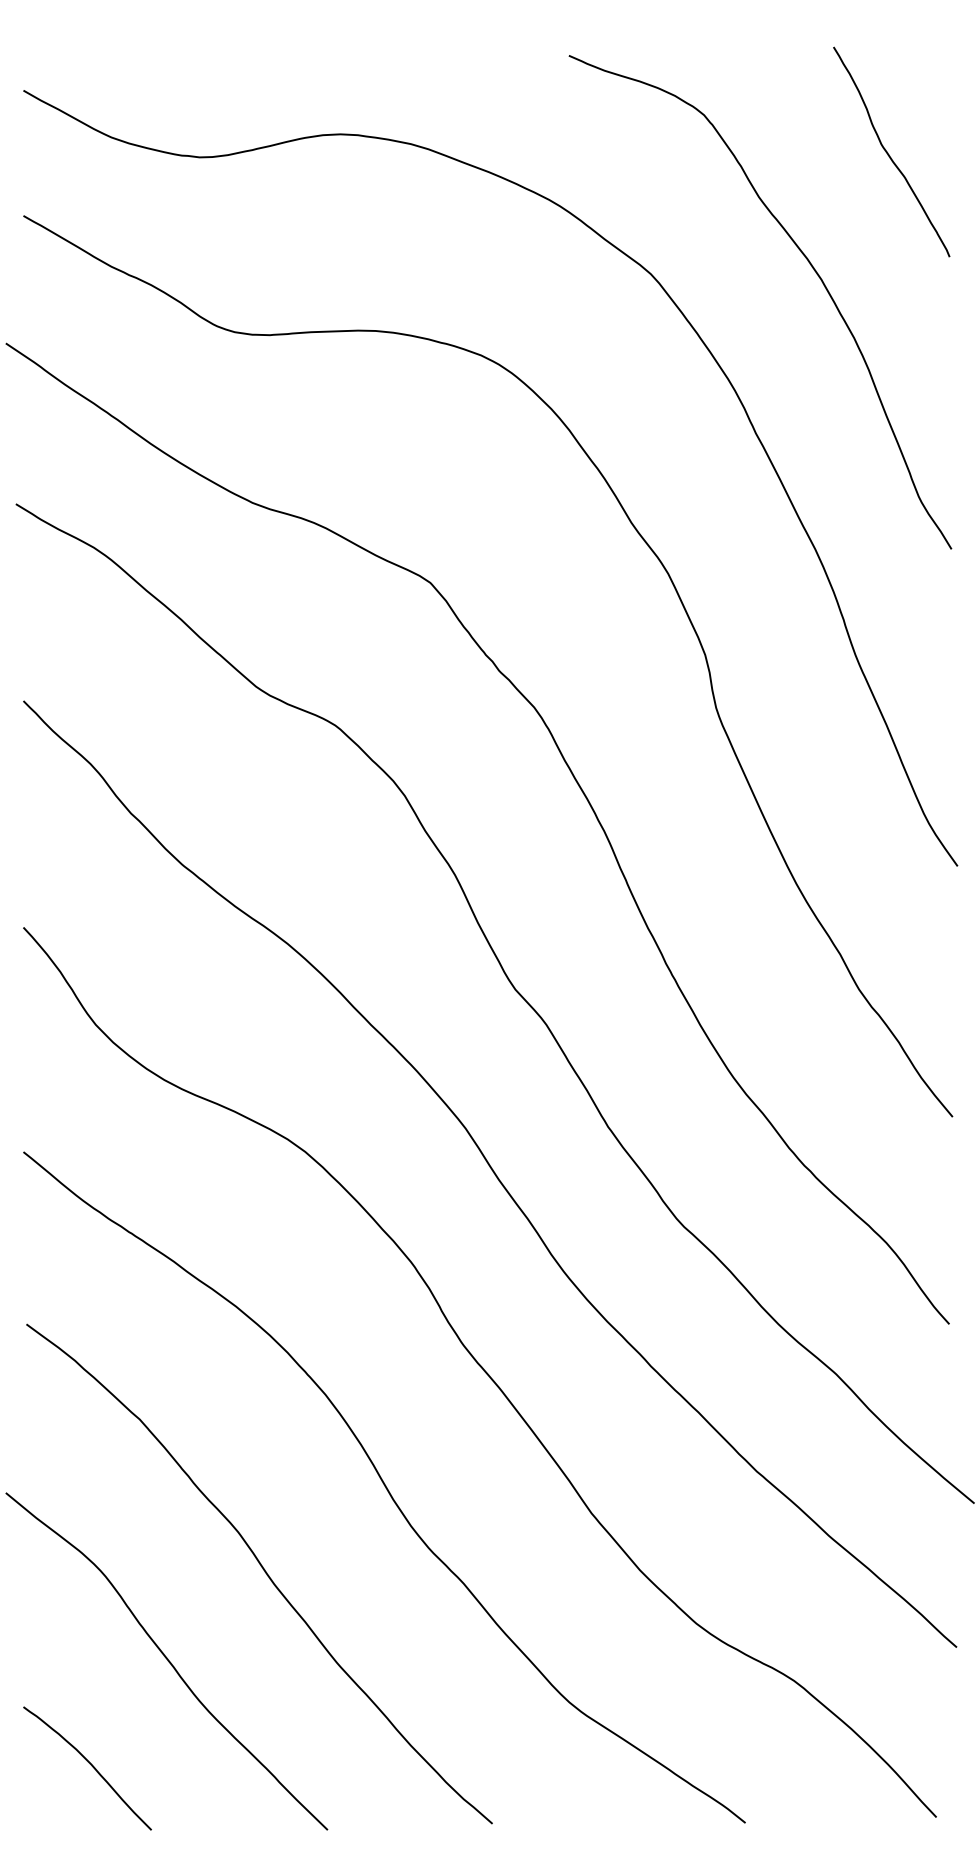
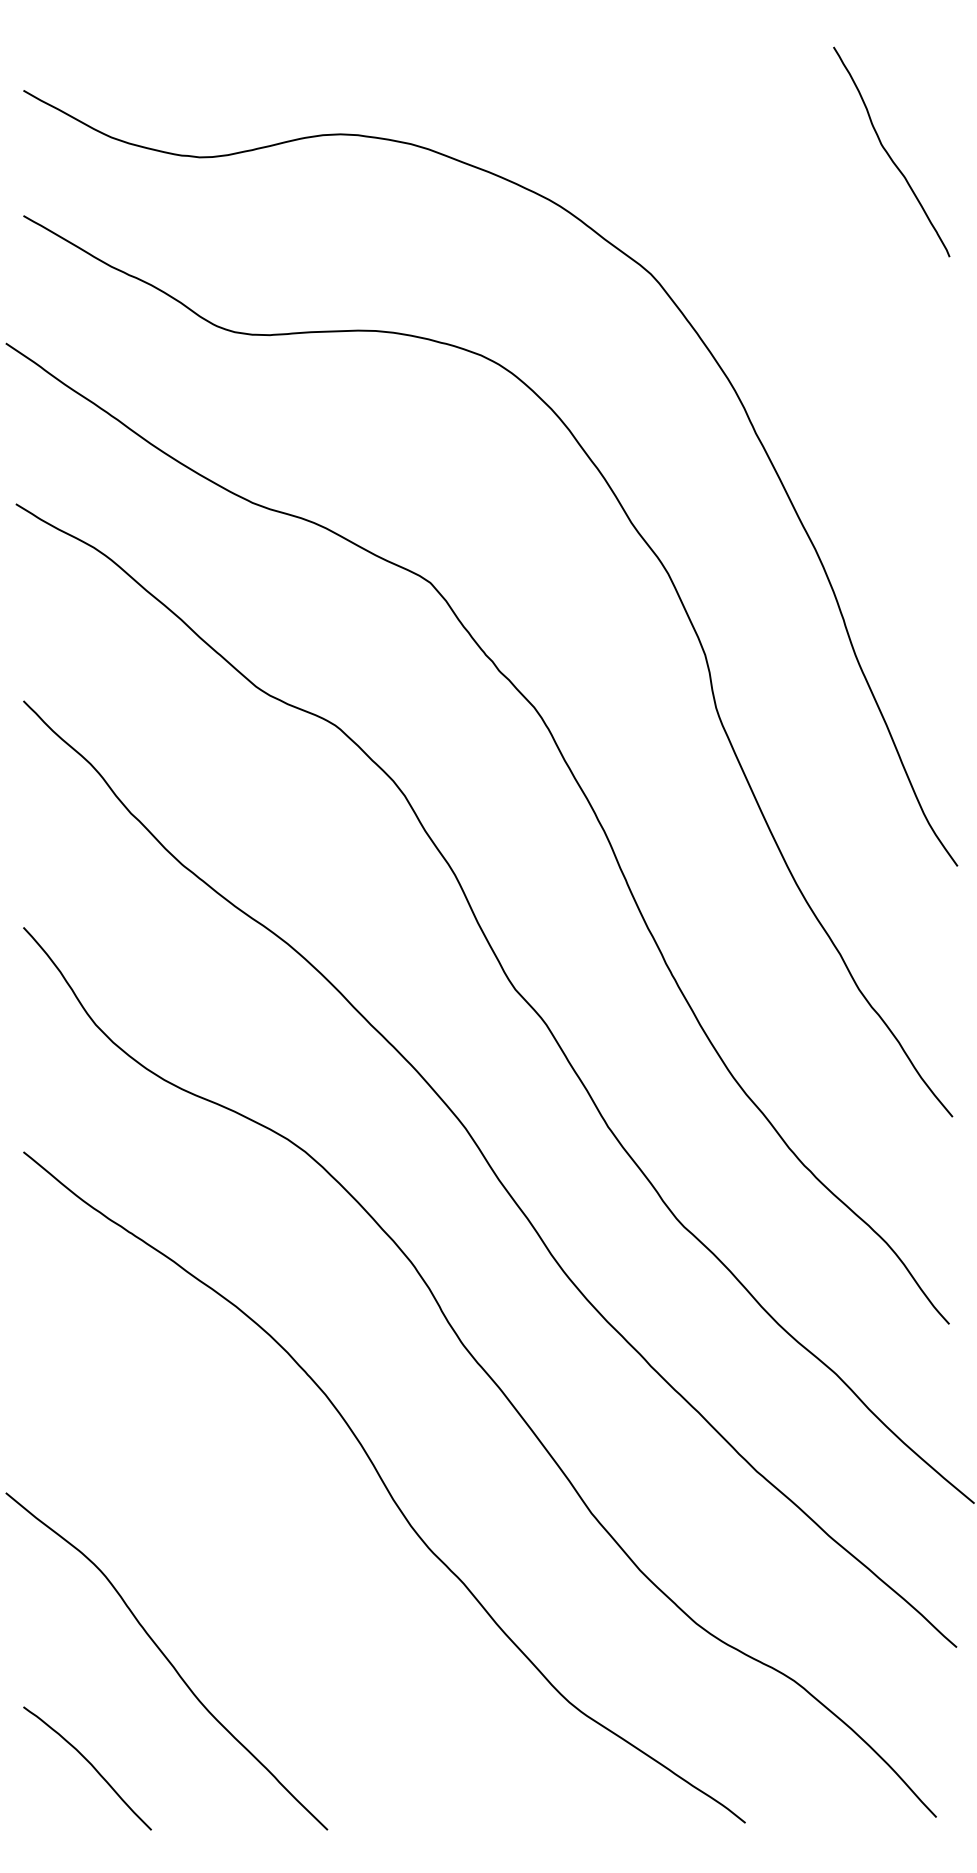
curve at (811, 267): present -> none
curve at (262, 1569): present -> none
